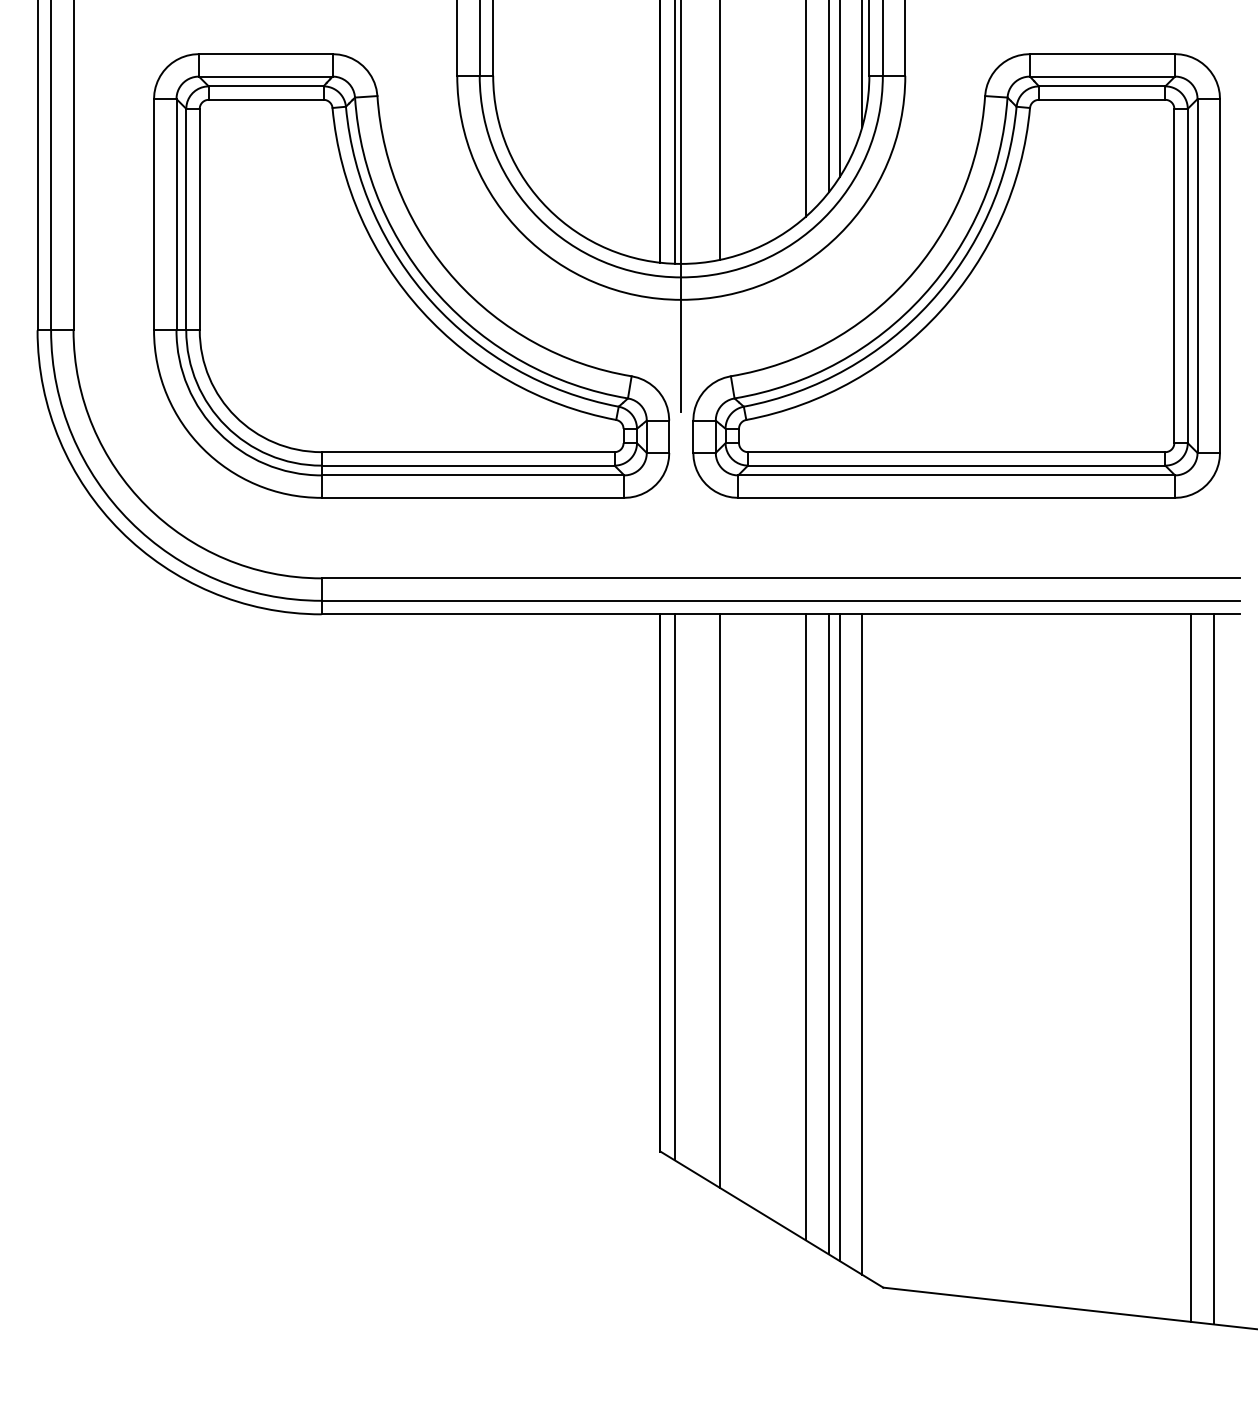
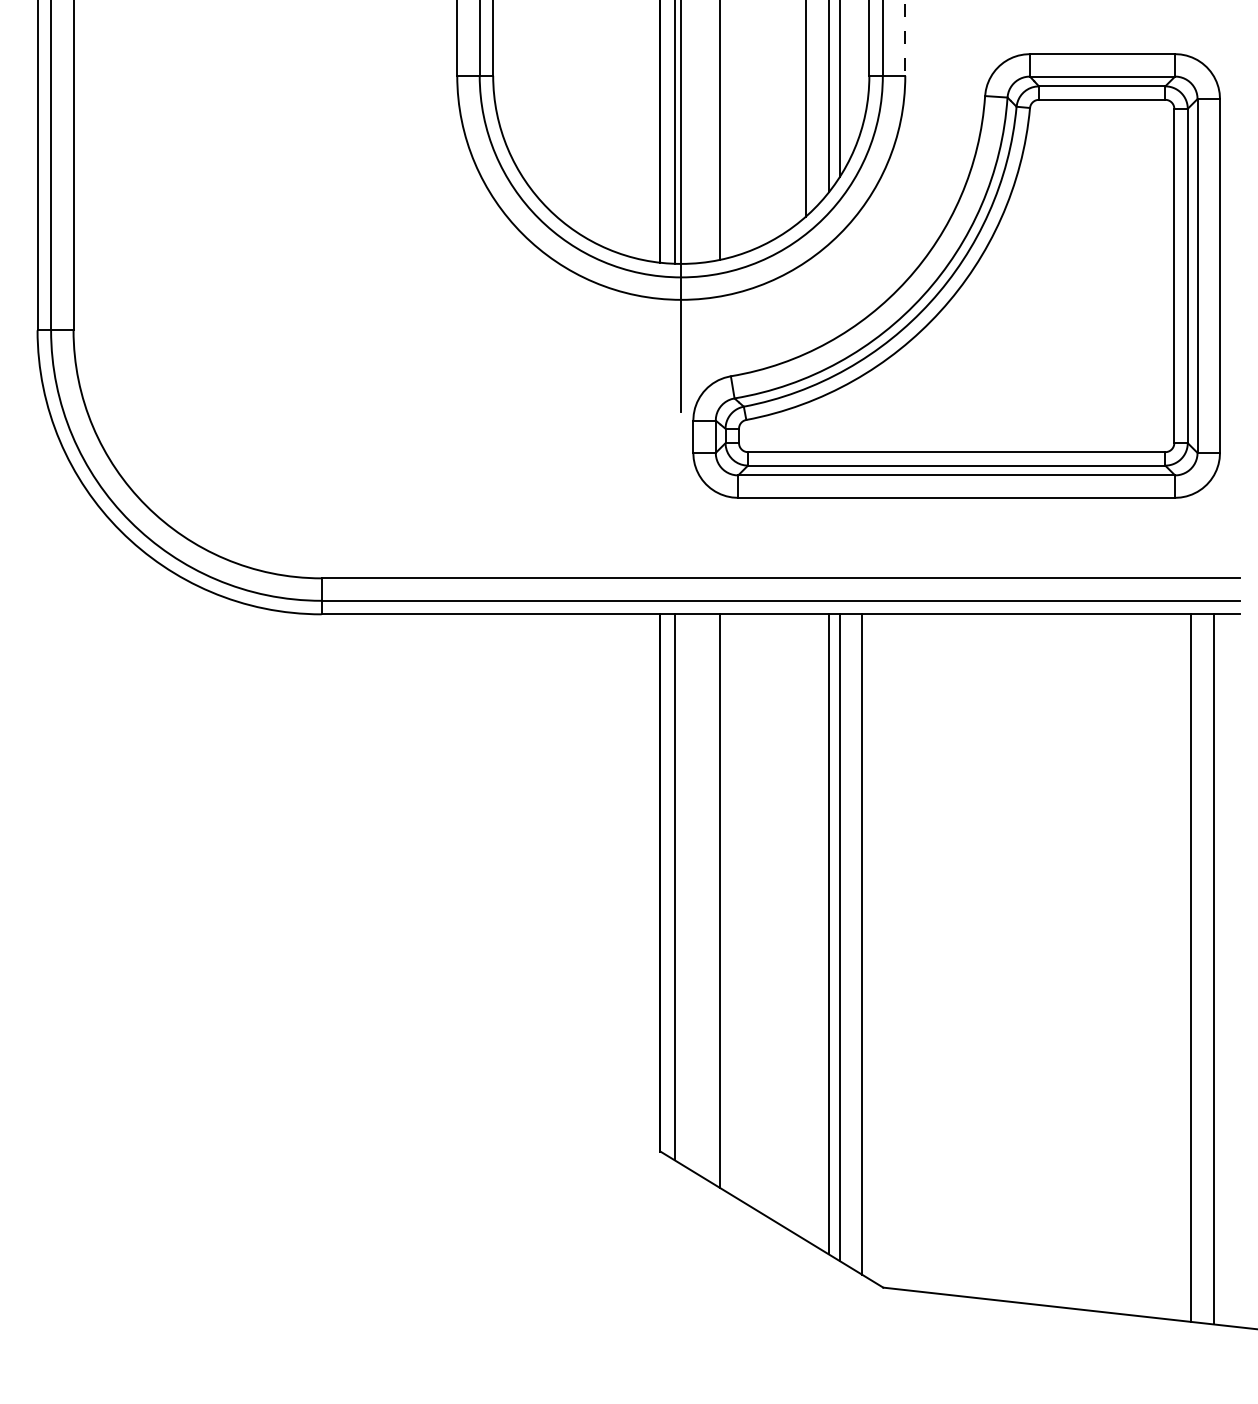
line at (905, 38): solid -> dashed
line at (862, 64): present -> none
part at (411, 275): present -> none
line at (806, 927): present -> none
